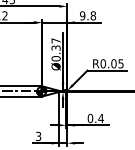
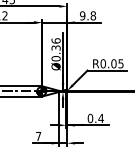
text at (55, 40): Ø0.37 -> Ø0.36
text at (38, 136): 3 -> 7
